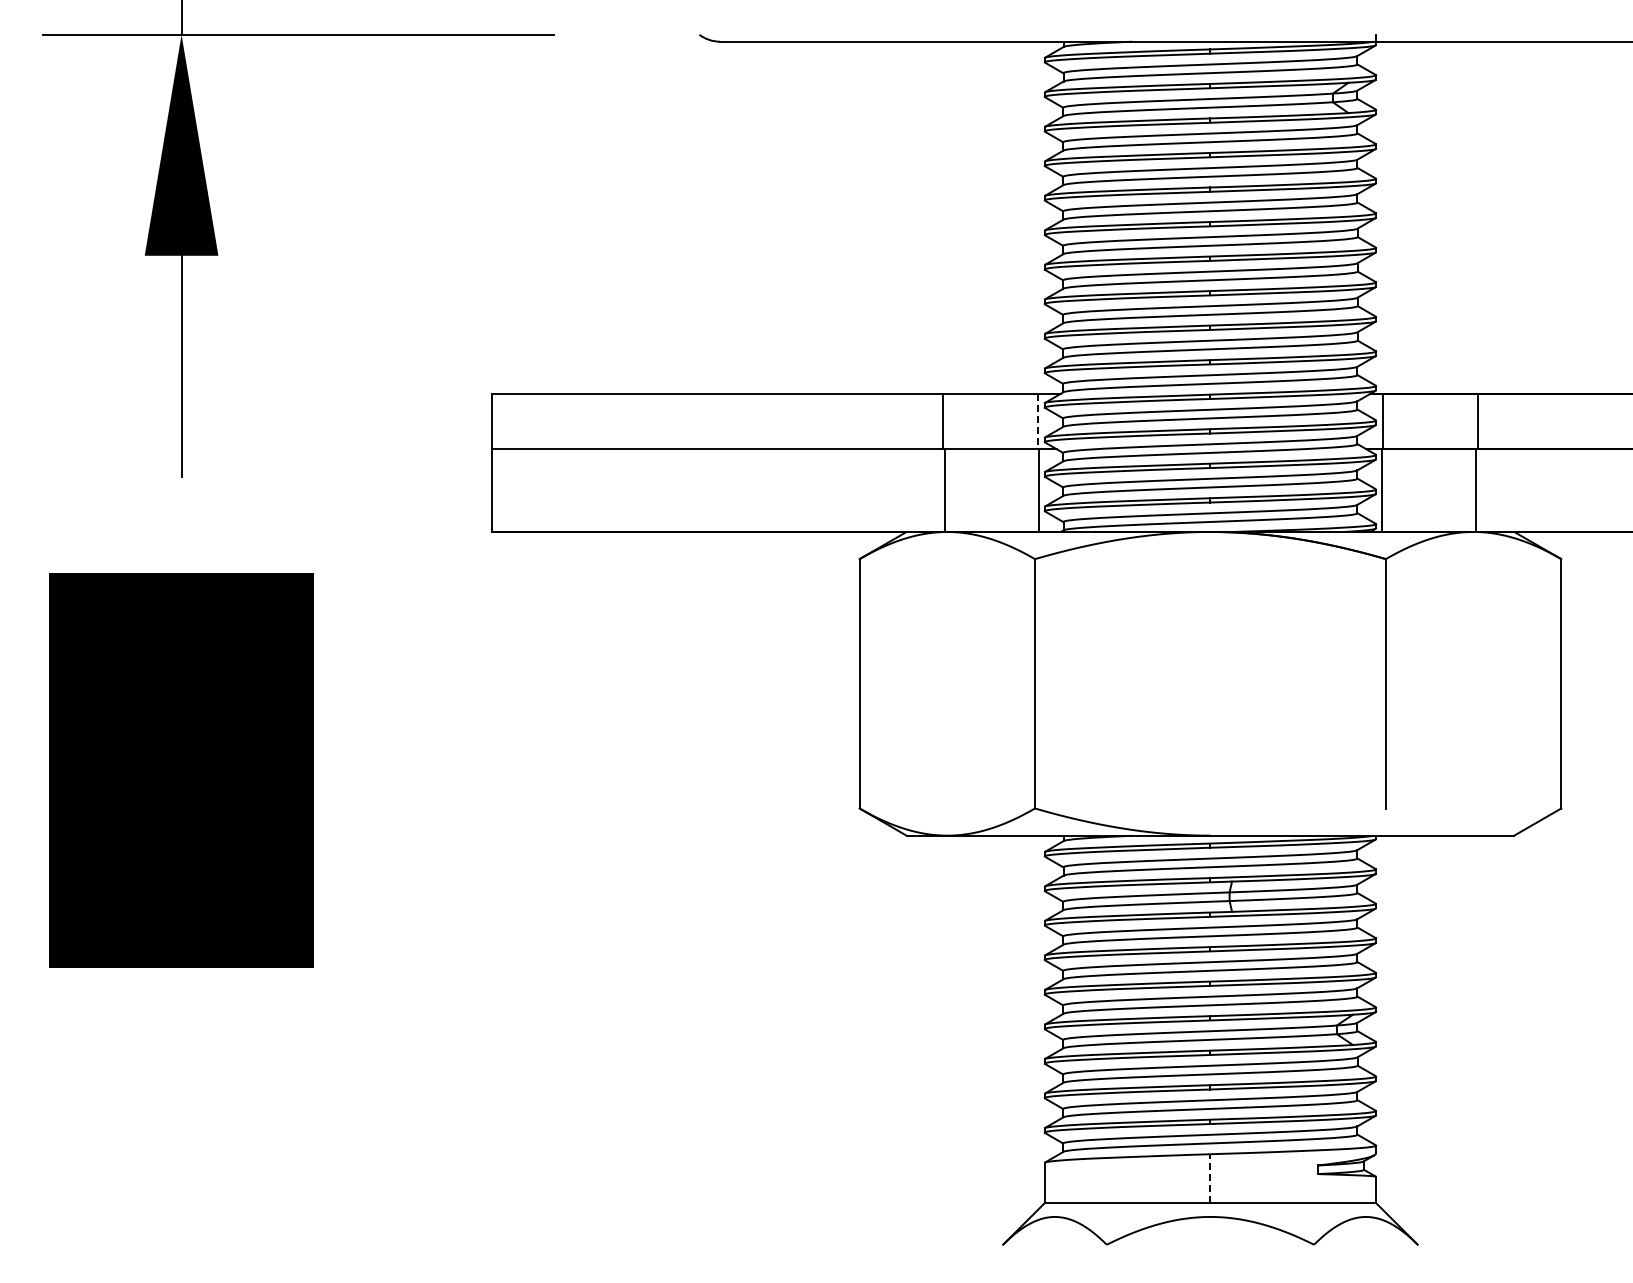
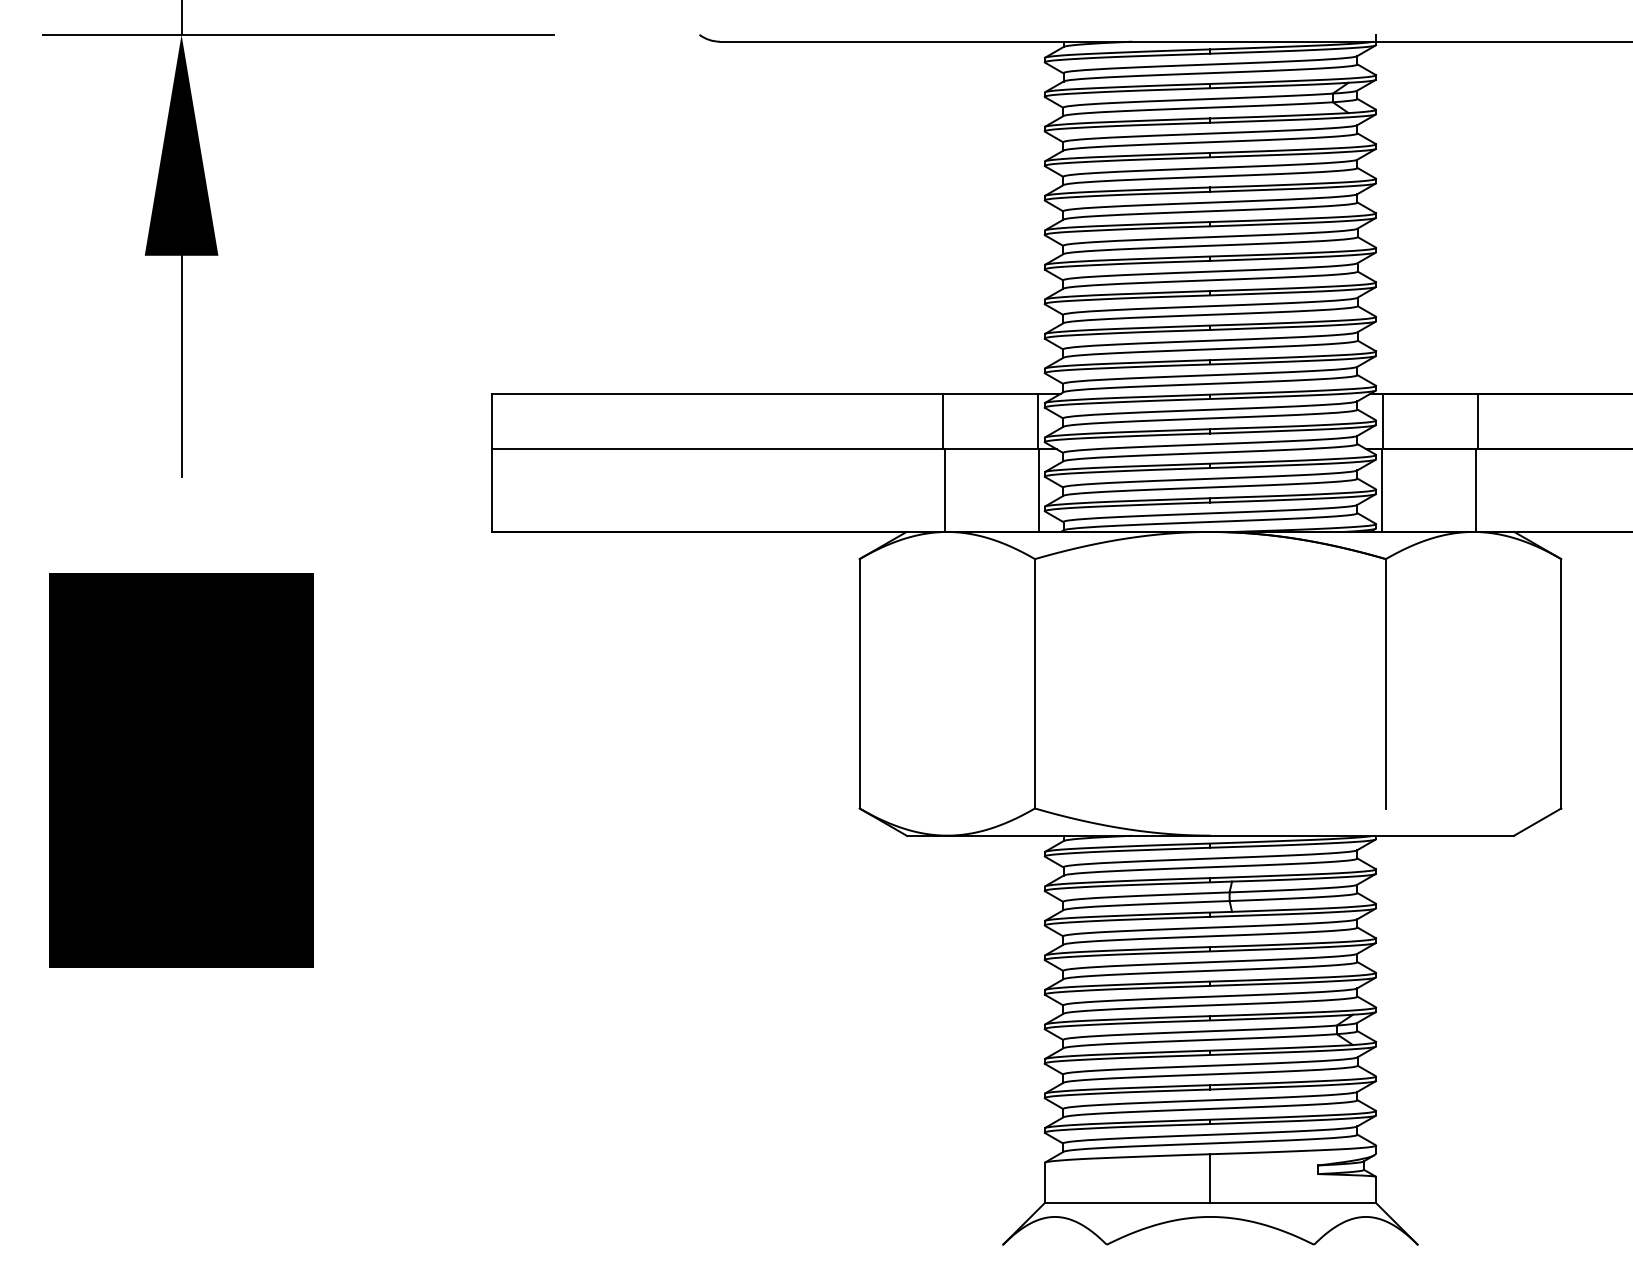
line at (1037, 421): dashed -> solid
line at (1210, 1178): dashed -> solid
